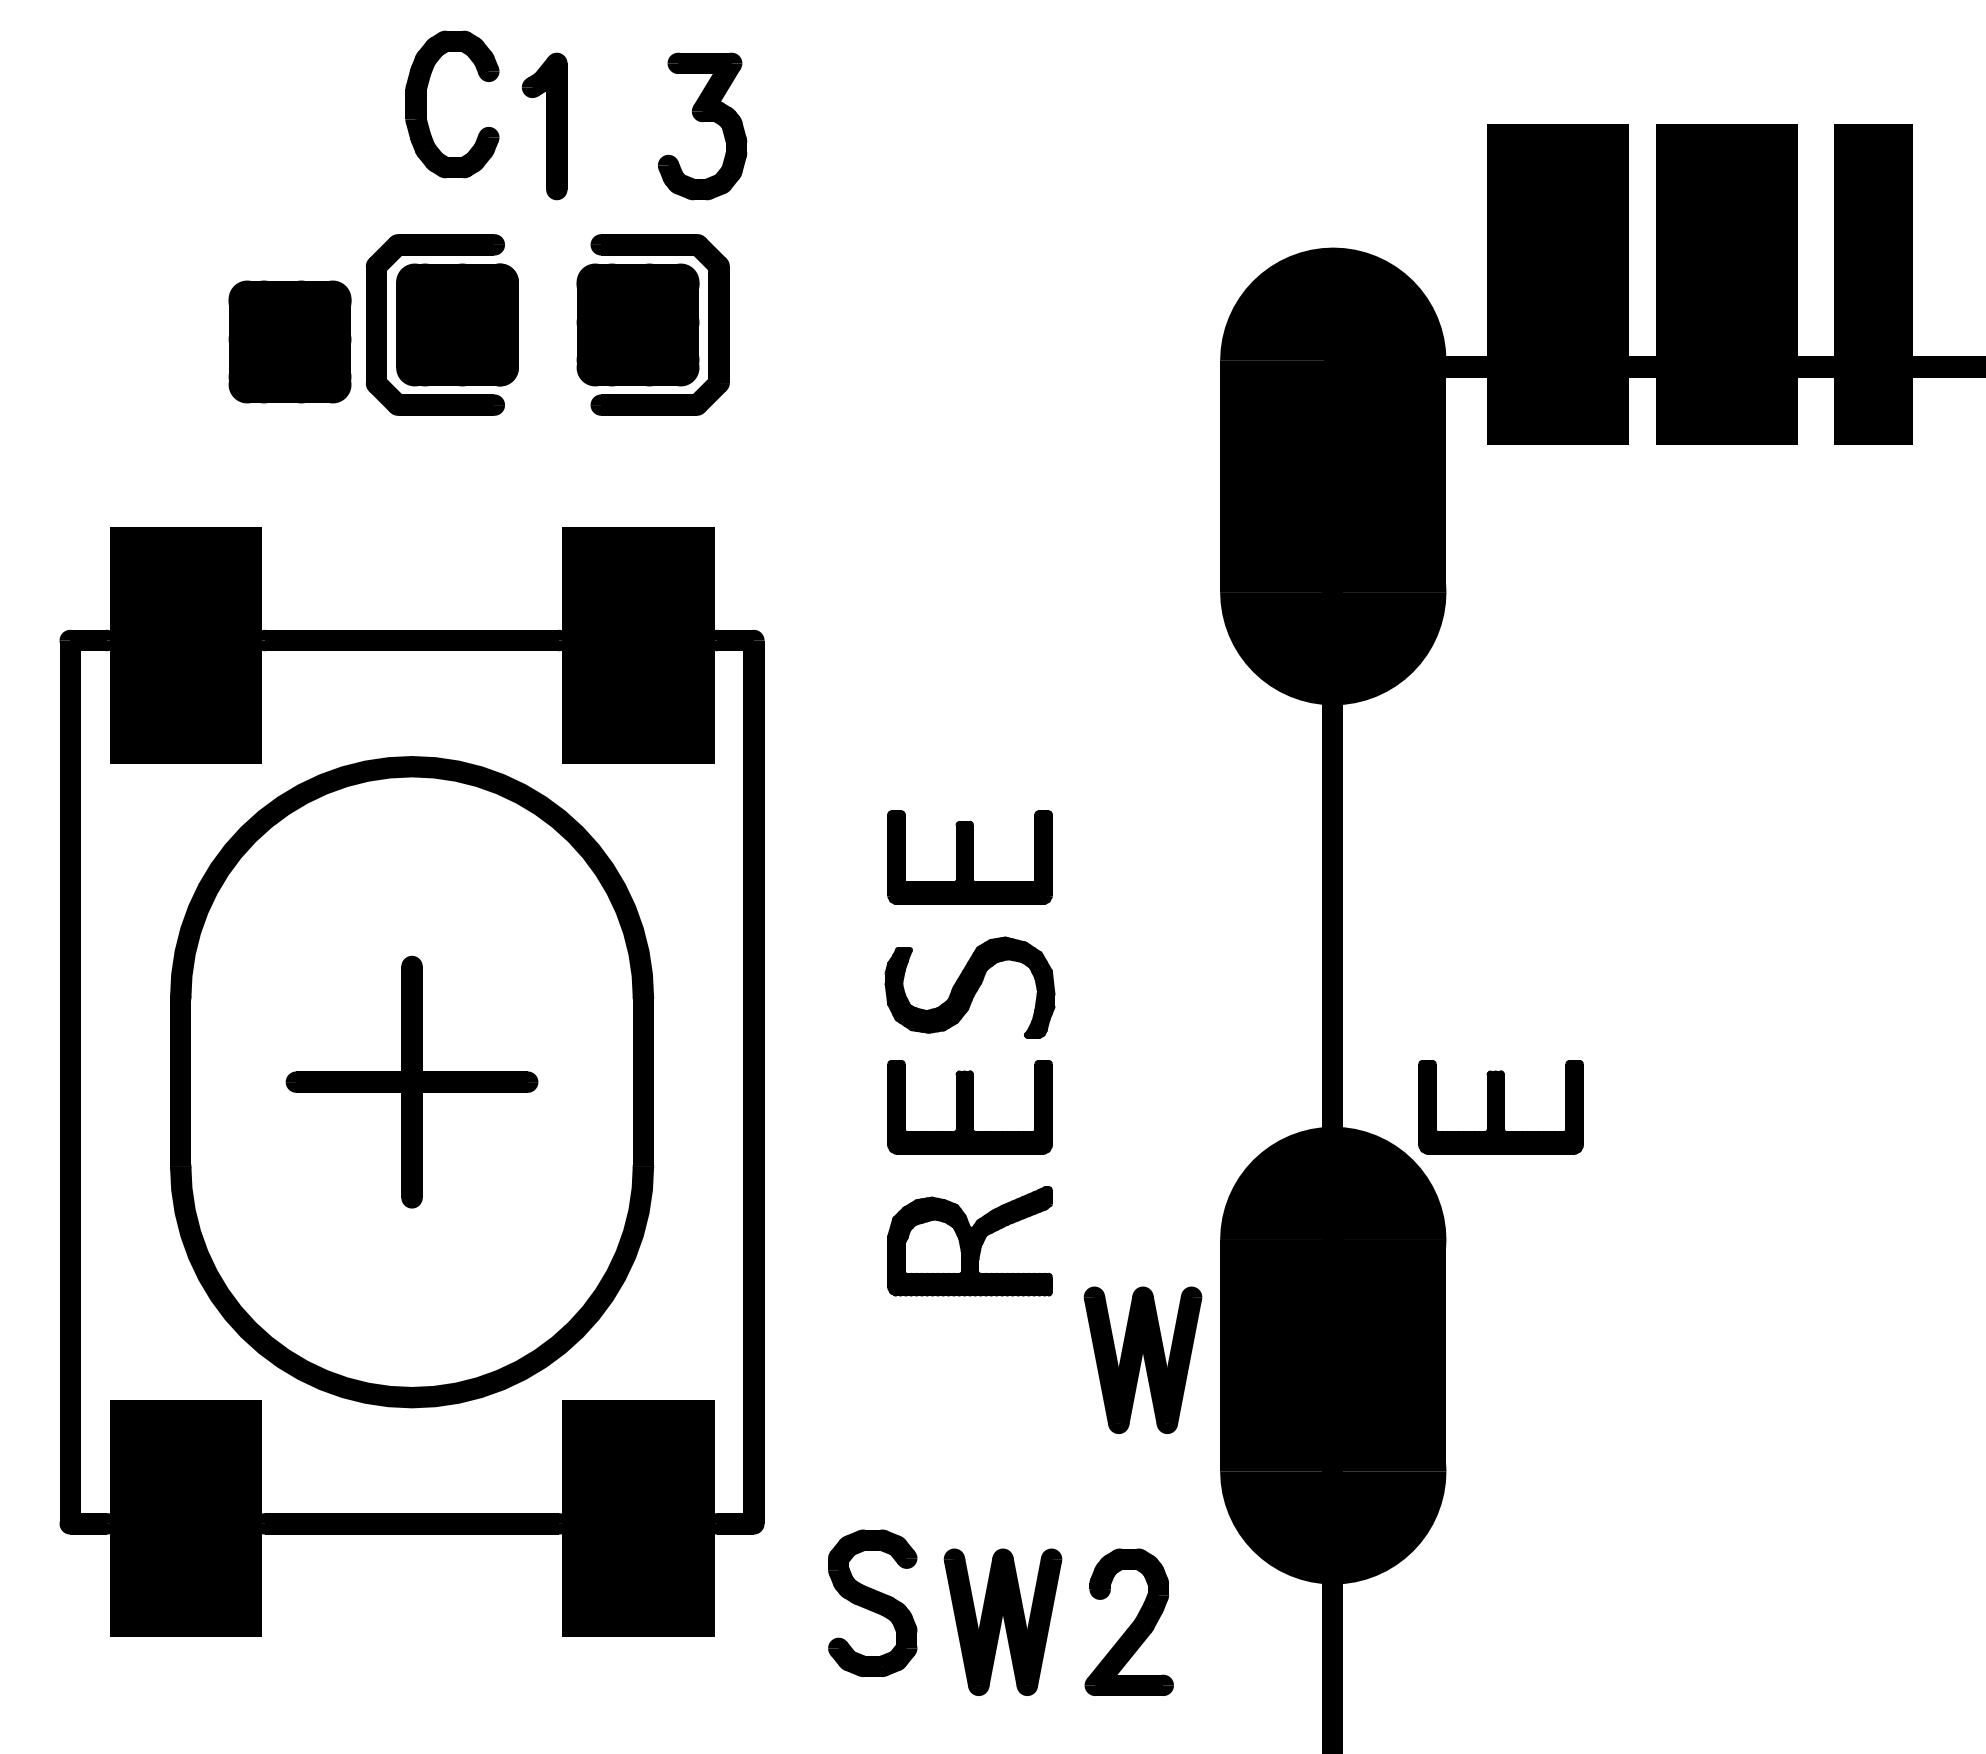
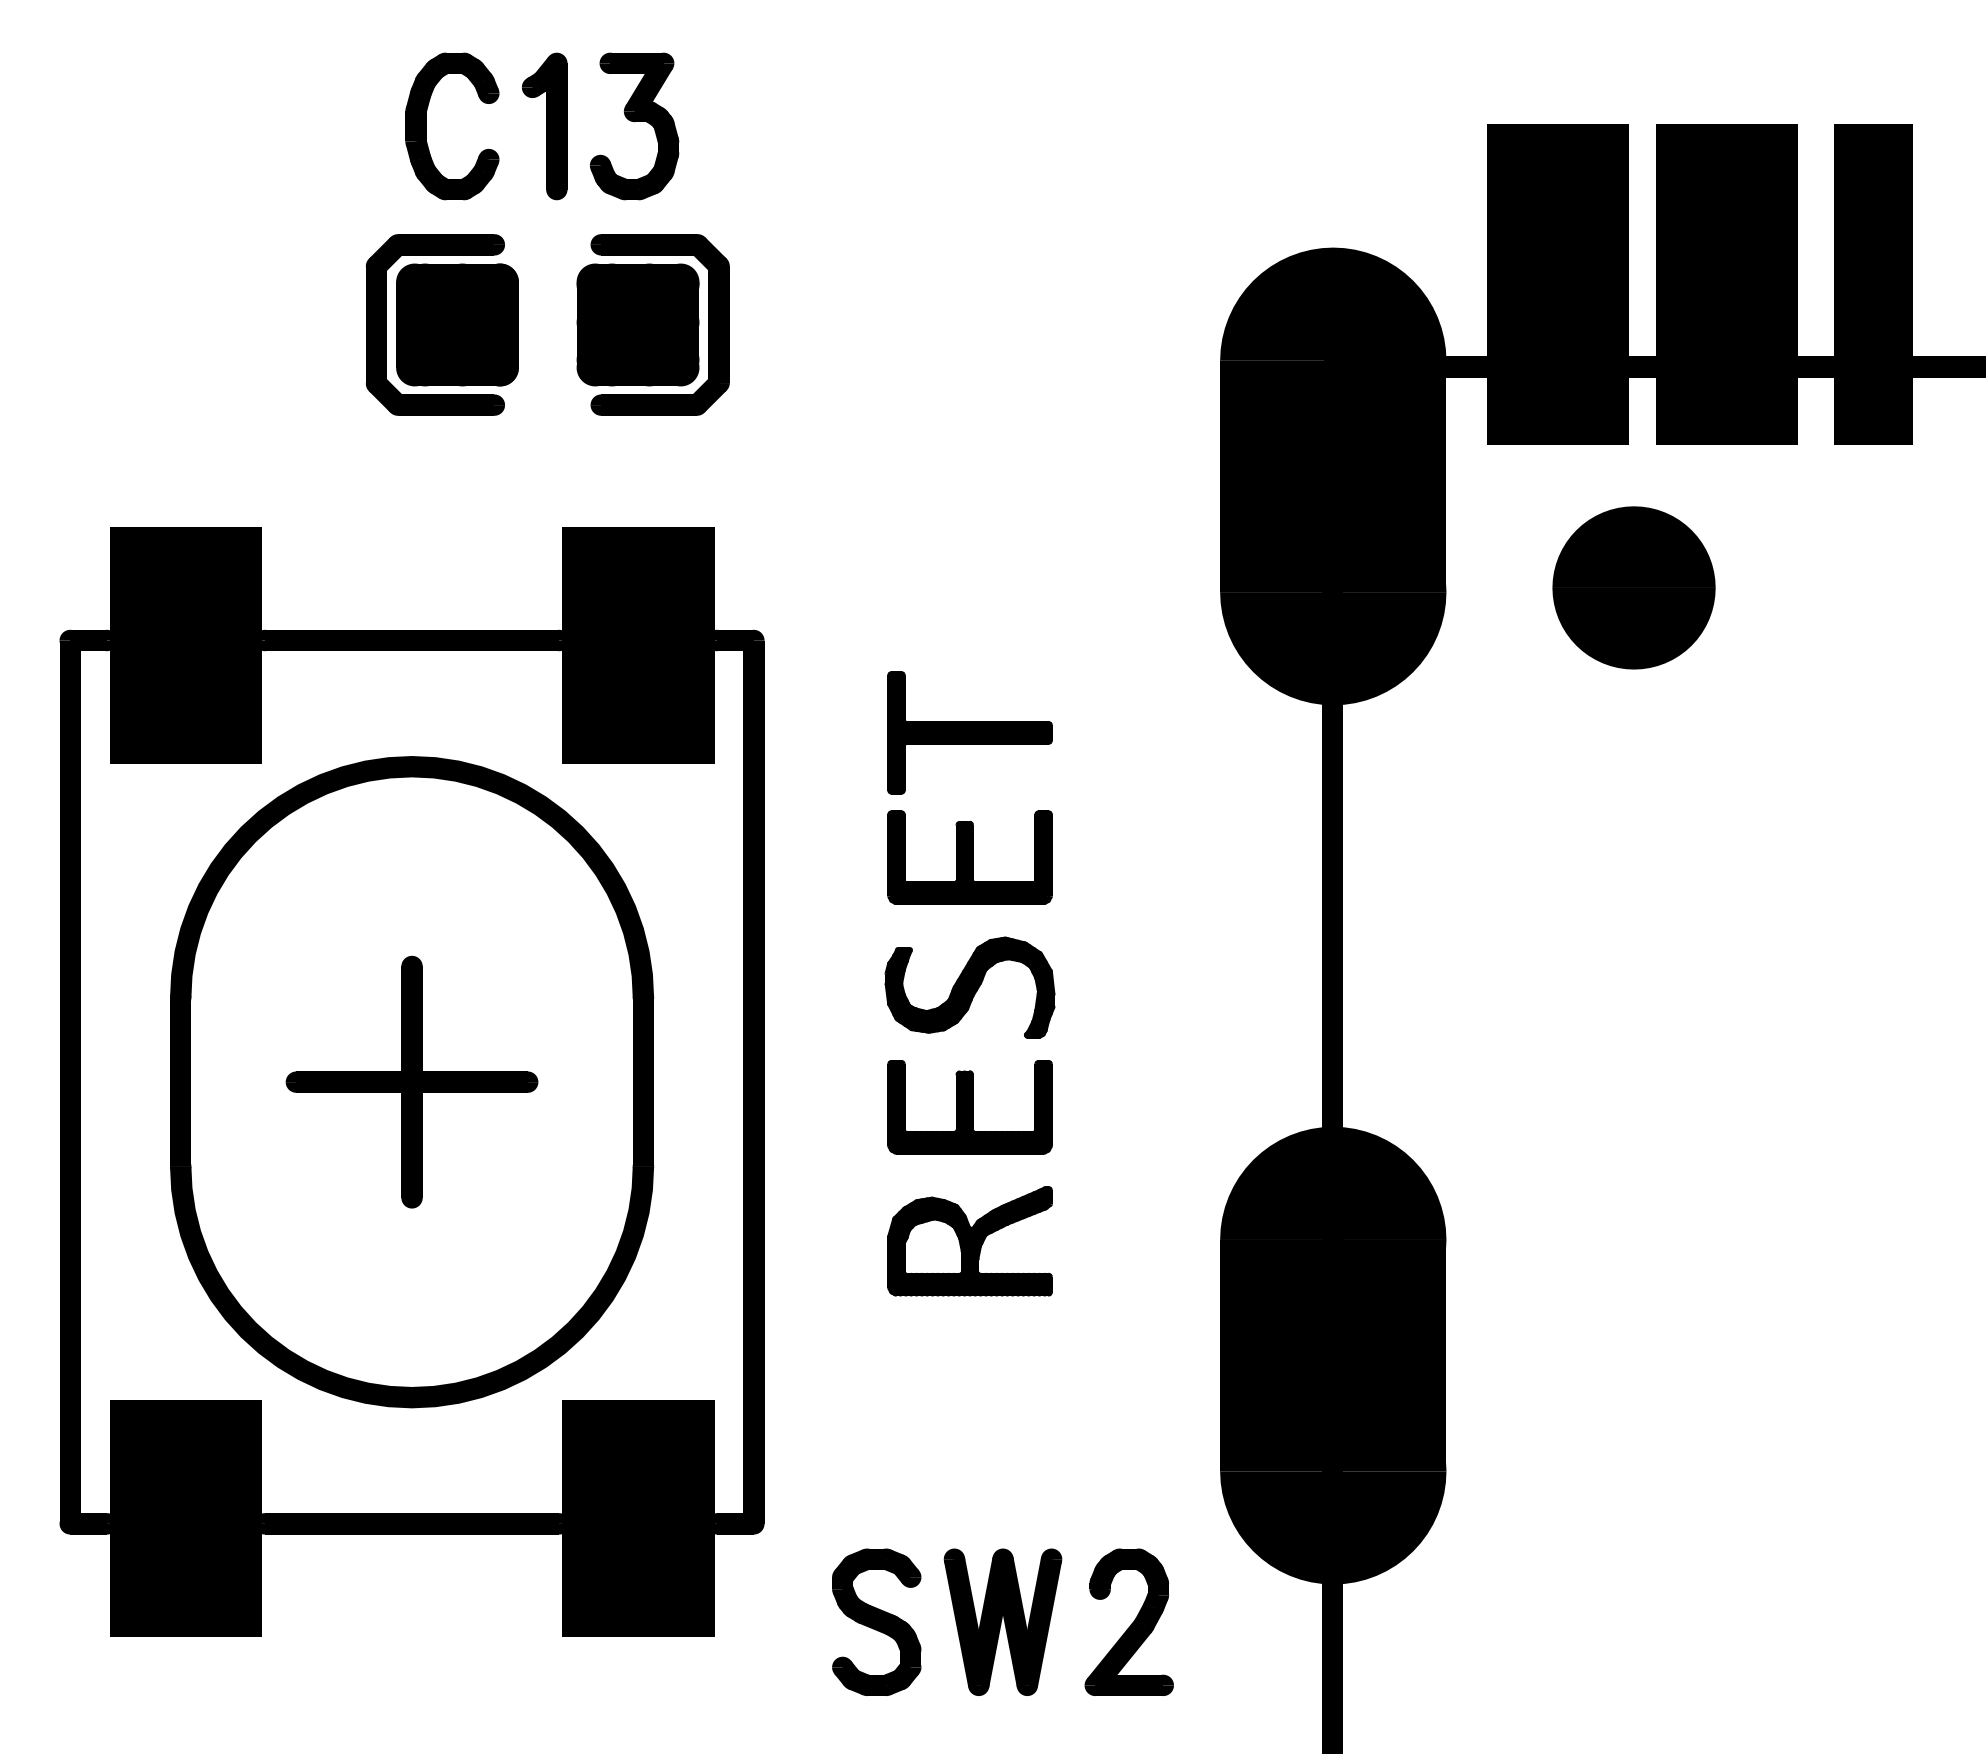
part at (426, 104) position: (426, 104) -> (426, 126)
part at (702, 126) position: (702, 126) -> (634, 126)
part at (289, 341): present -> none
part at (1633, 587): none -> present
part at (969, 732): none -> present
part at (1500, 1107): present -> none
part at (1142, 1359): present -> none
part at (872, 1602) position: (872, 1602) -> (876, 1621)
